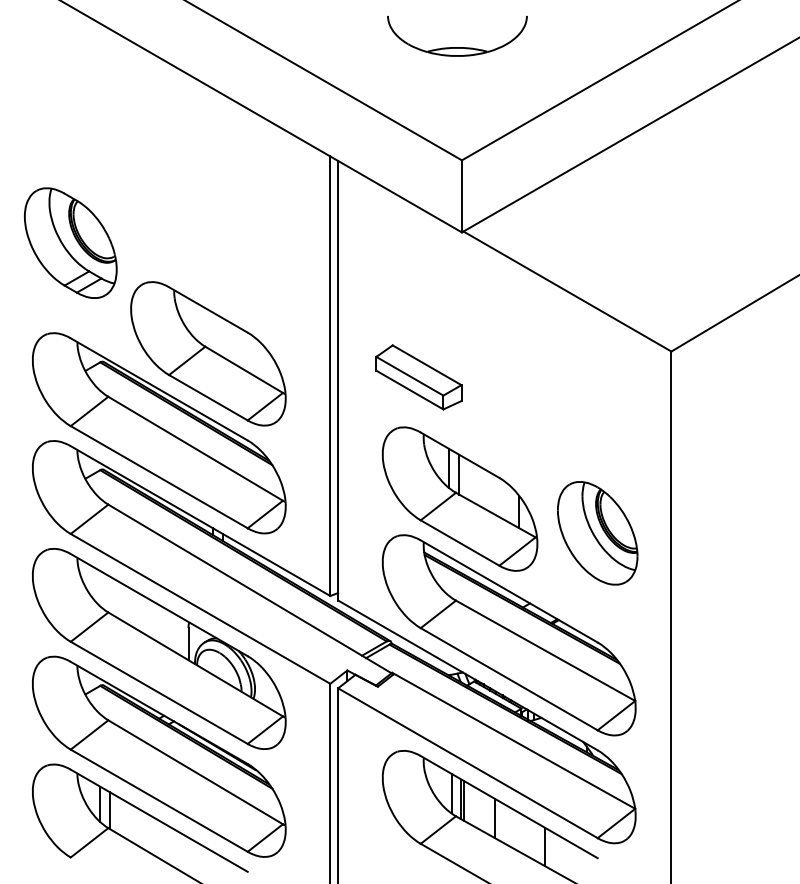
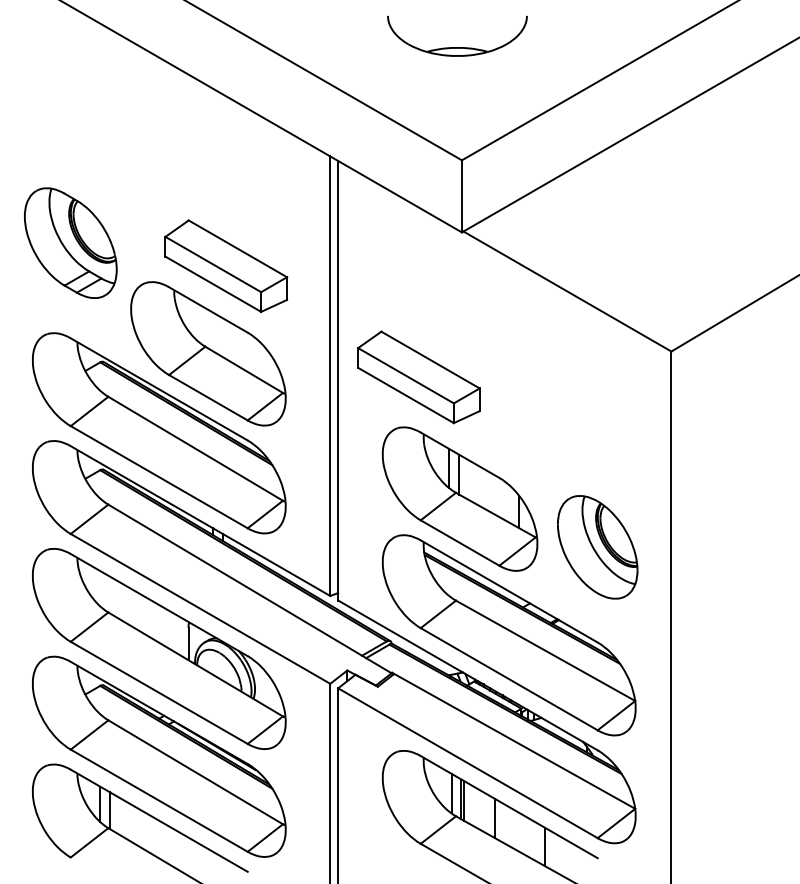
part at (226, 265): none -> present
part at (418, 377) size: 88x67 px -> 124x95 px
part at (597, 533) position: (597, 533) -> (597, 547)
